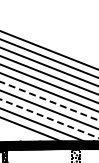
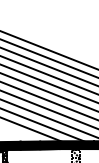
line at (49, 101): dashed -> solid
line at (49, 118): dashed -> solid
